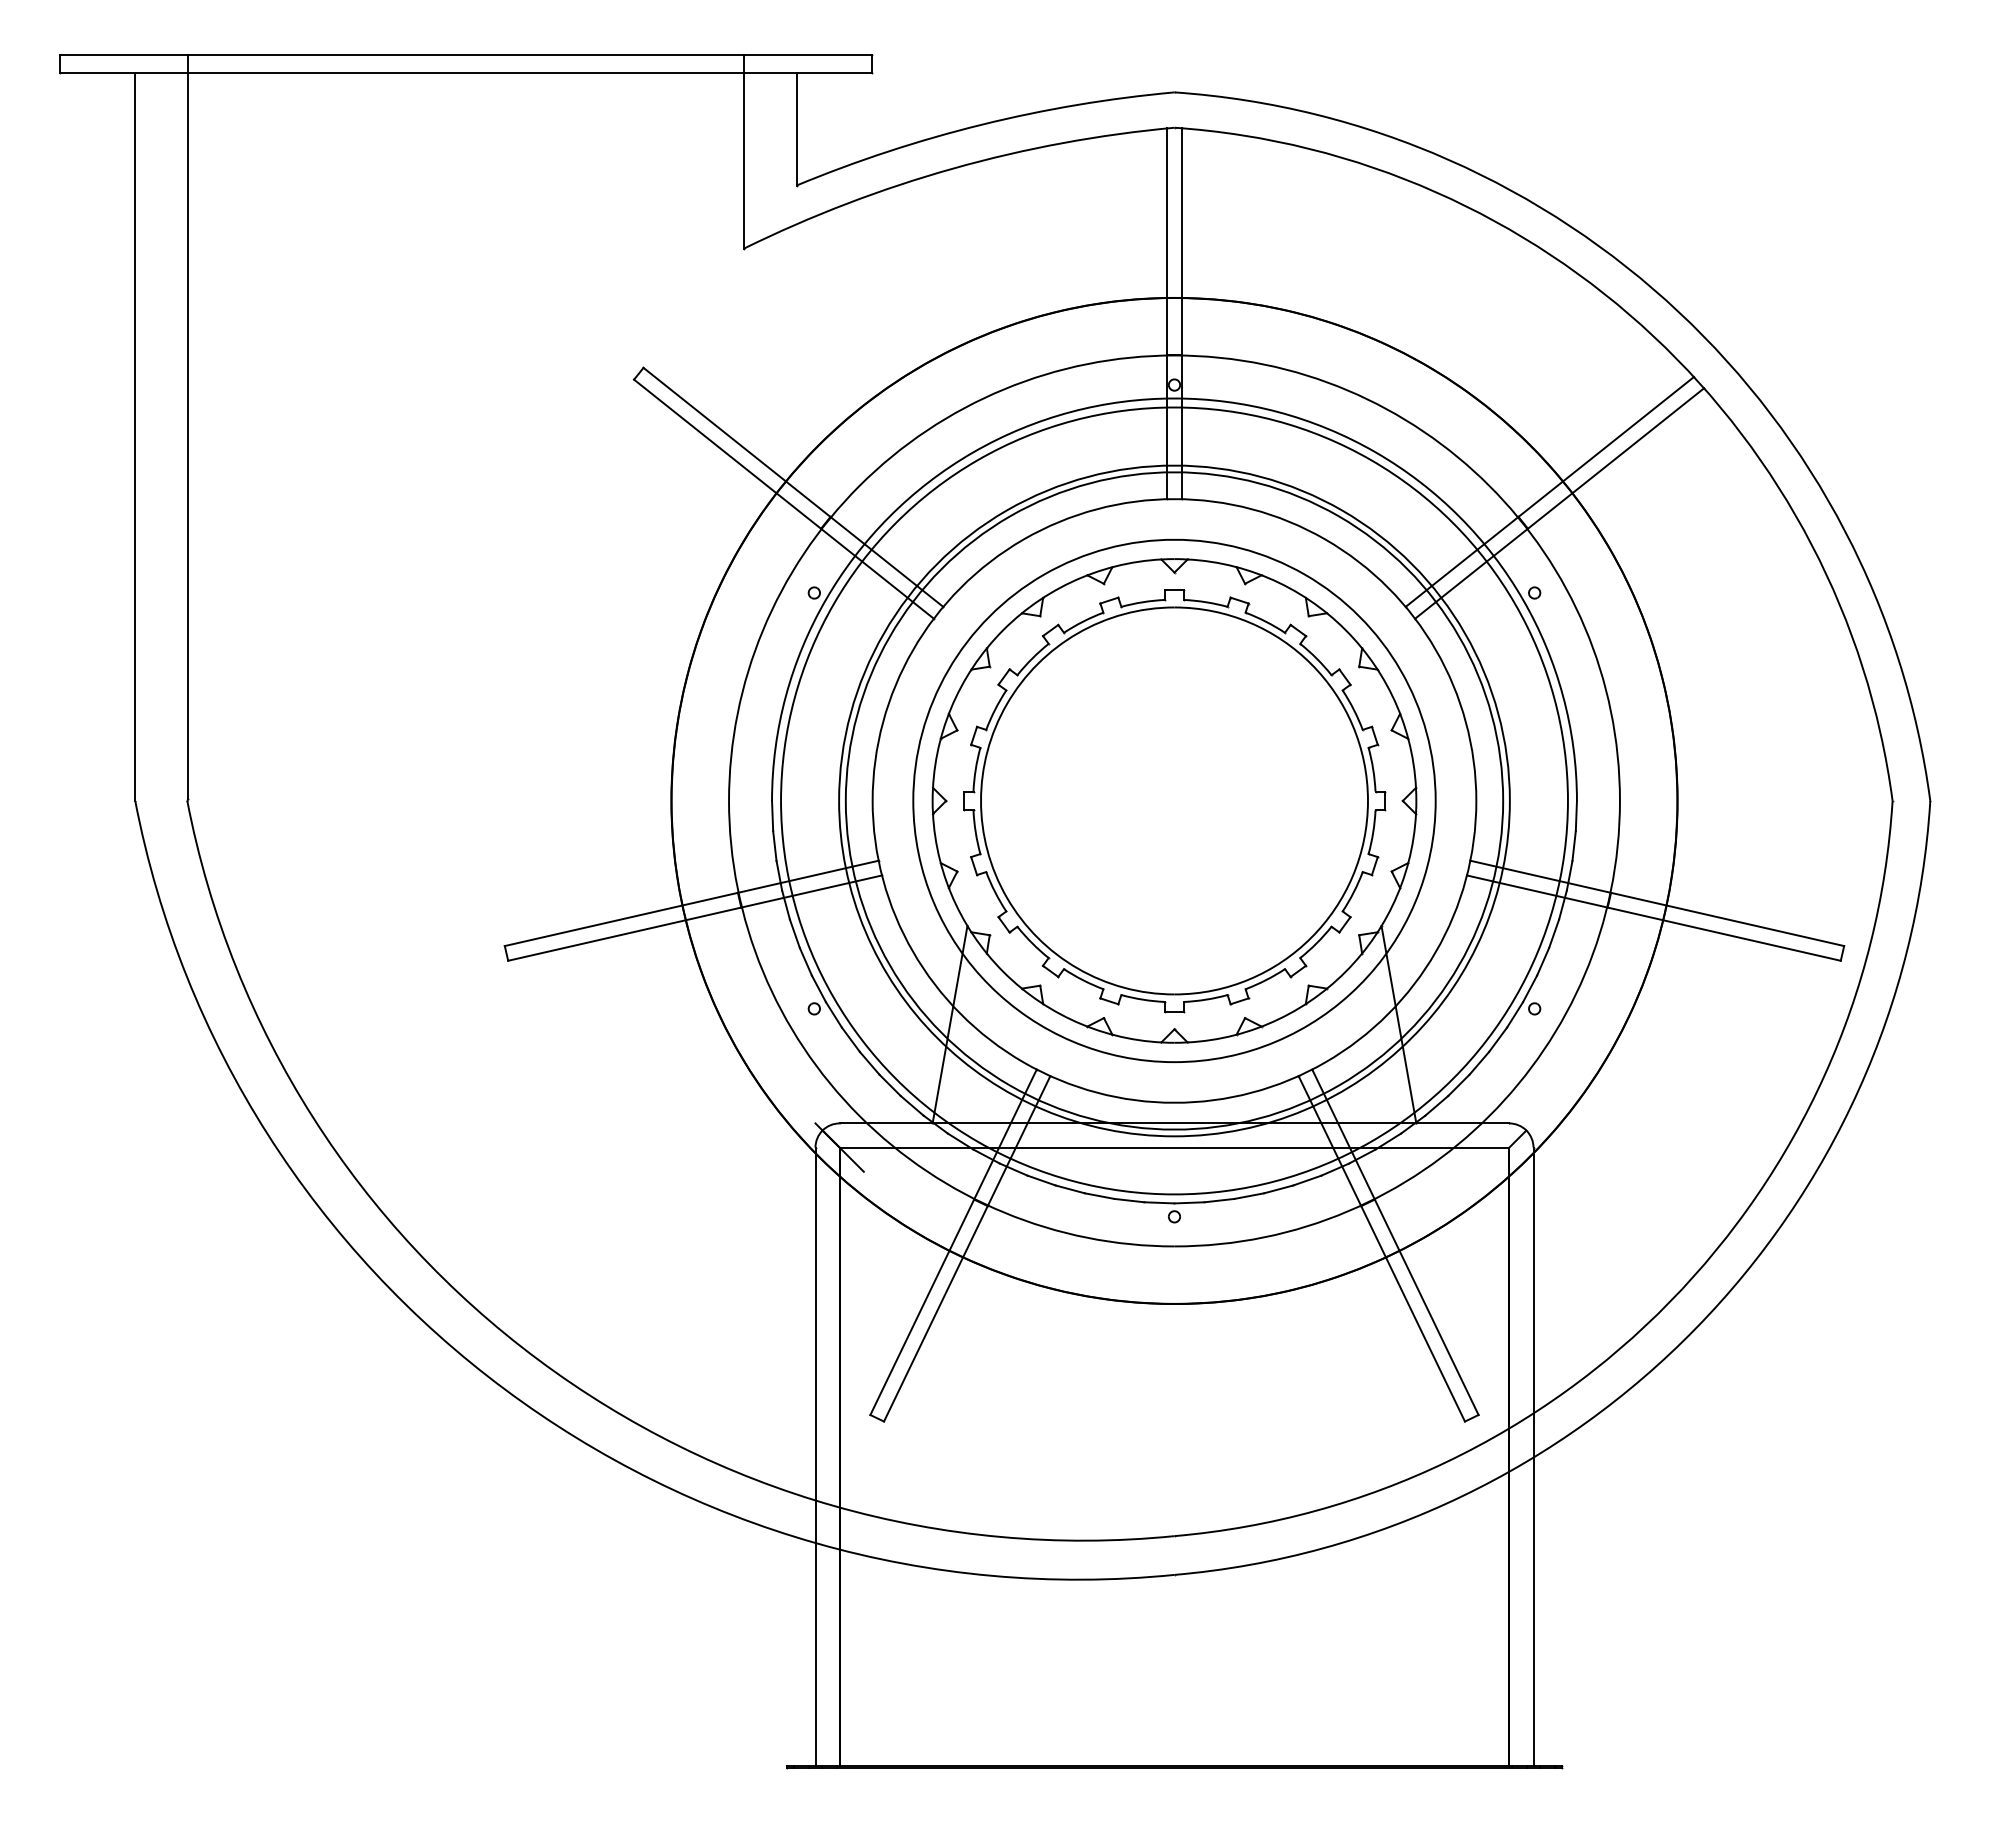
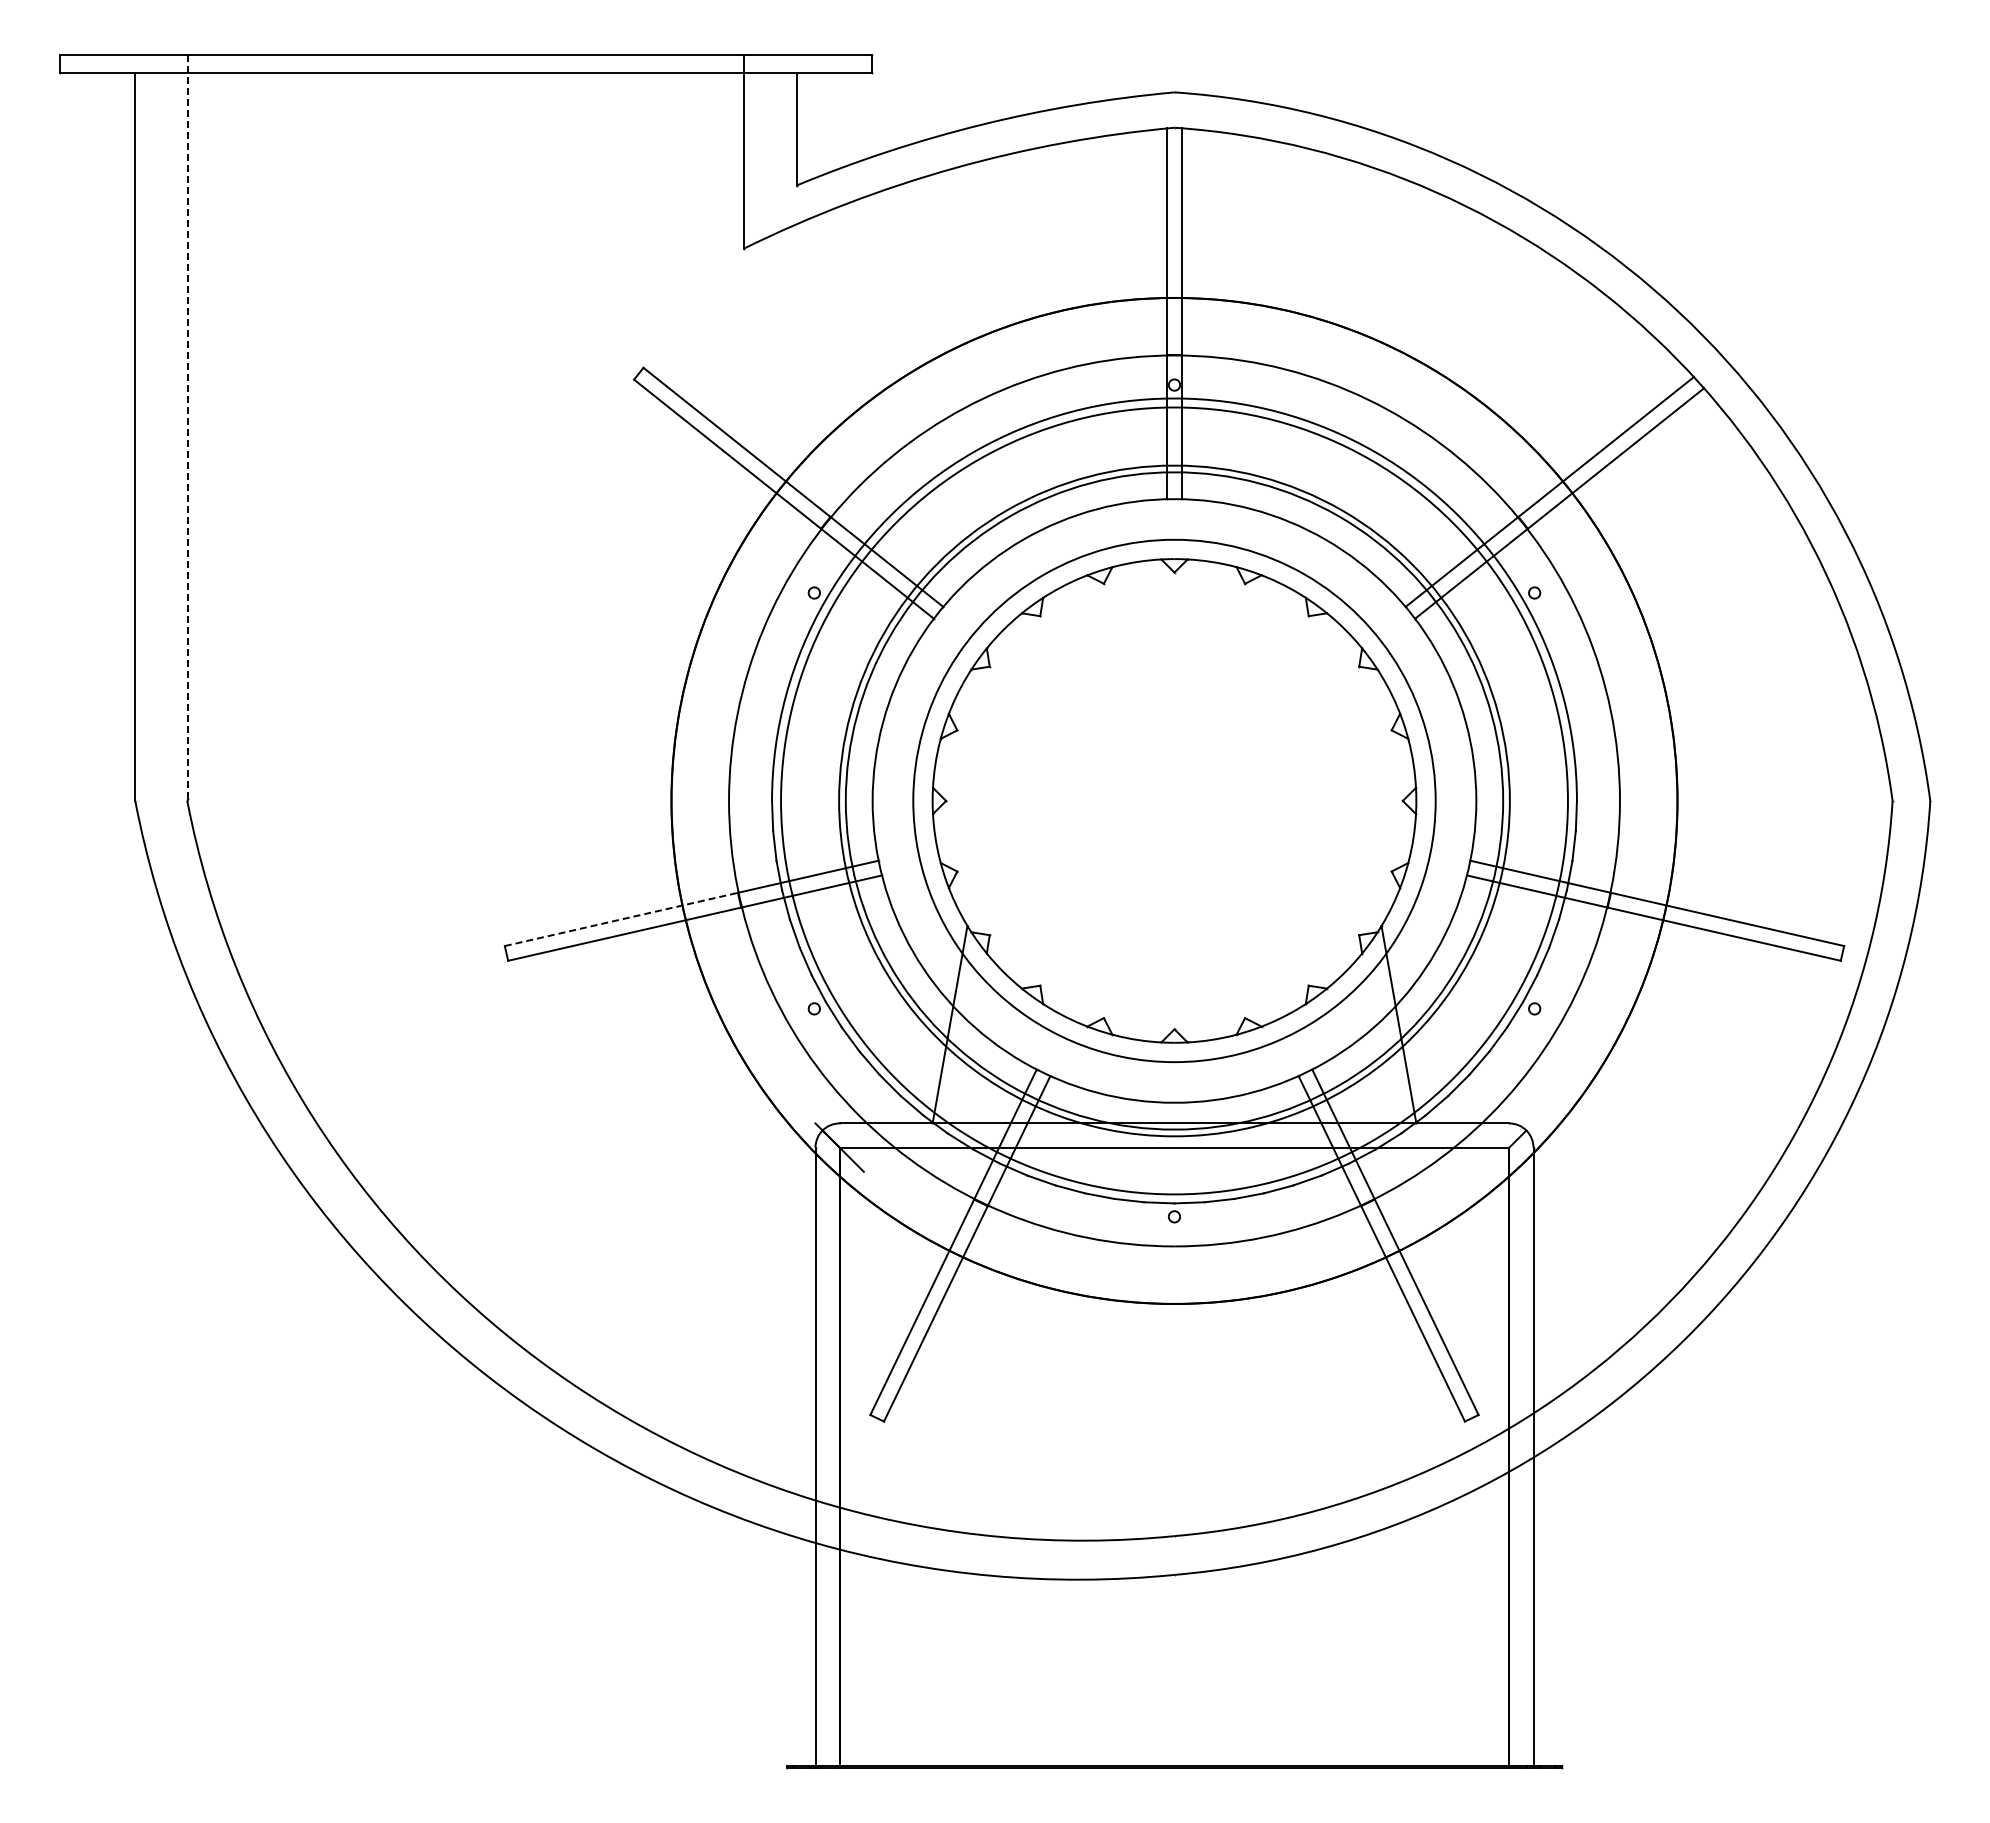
line at (188, 427): solid -> dashed
part at (1174, 801): present -> none
line at (621, 919): solid -> dashed
